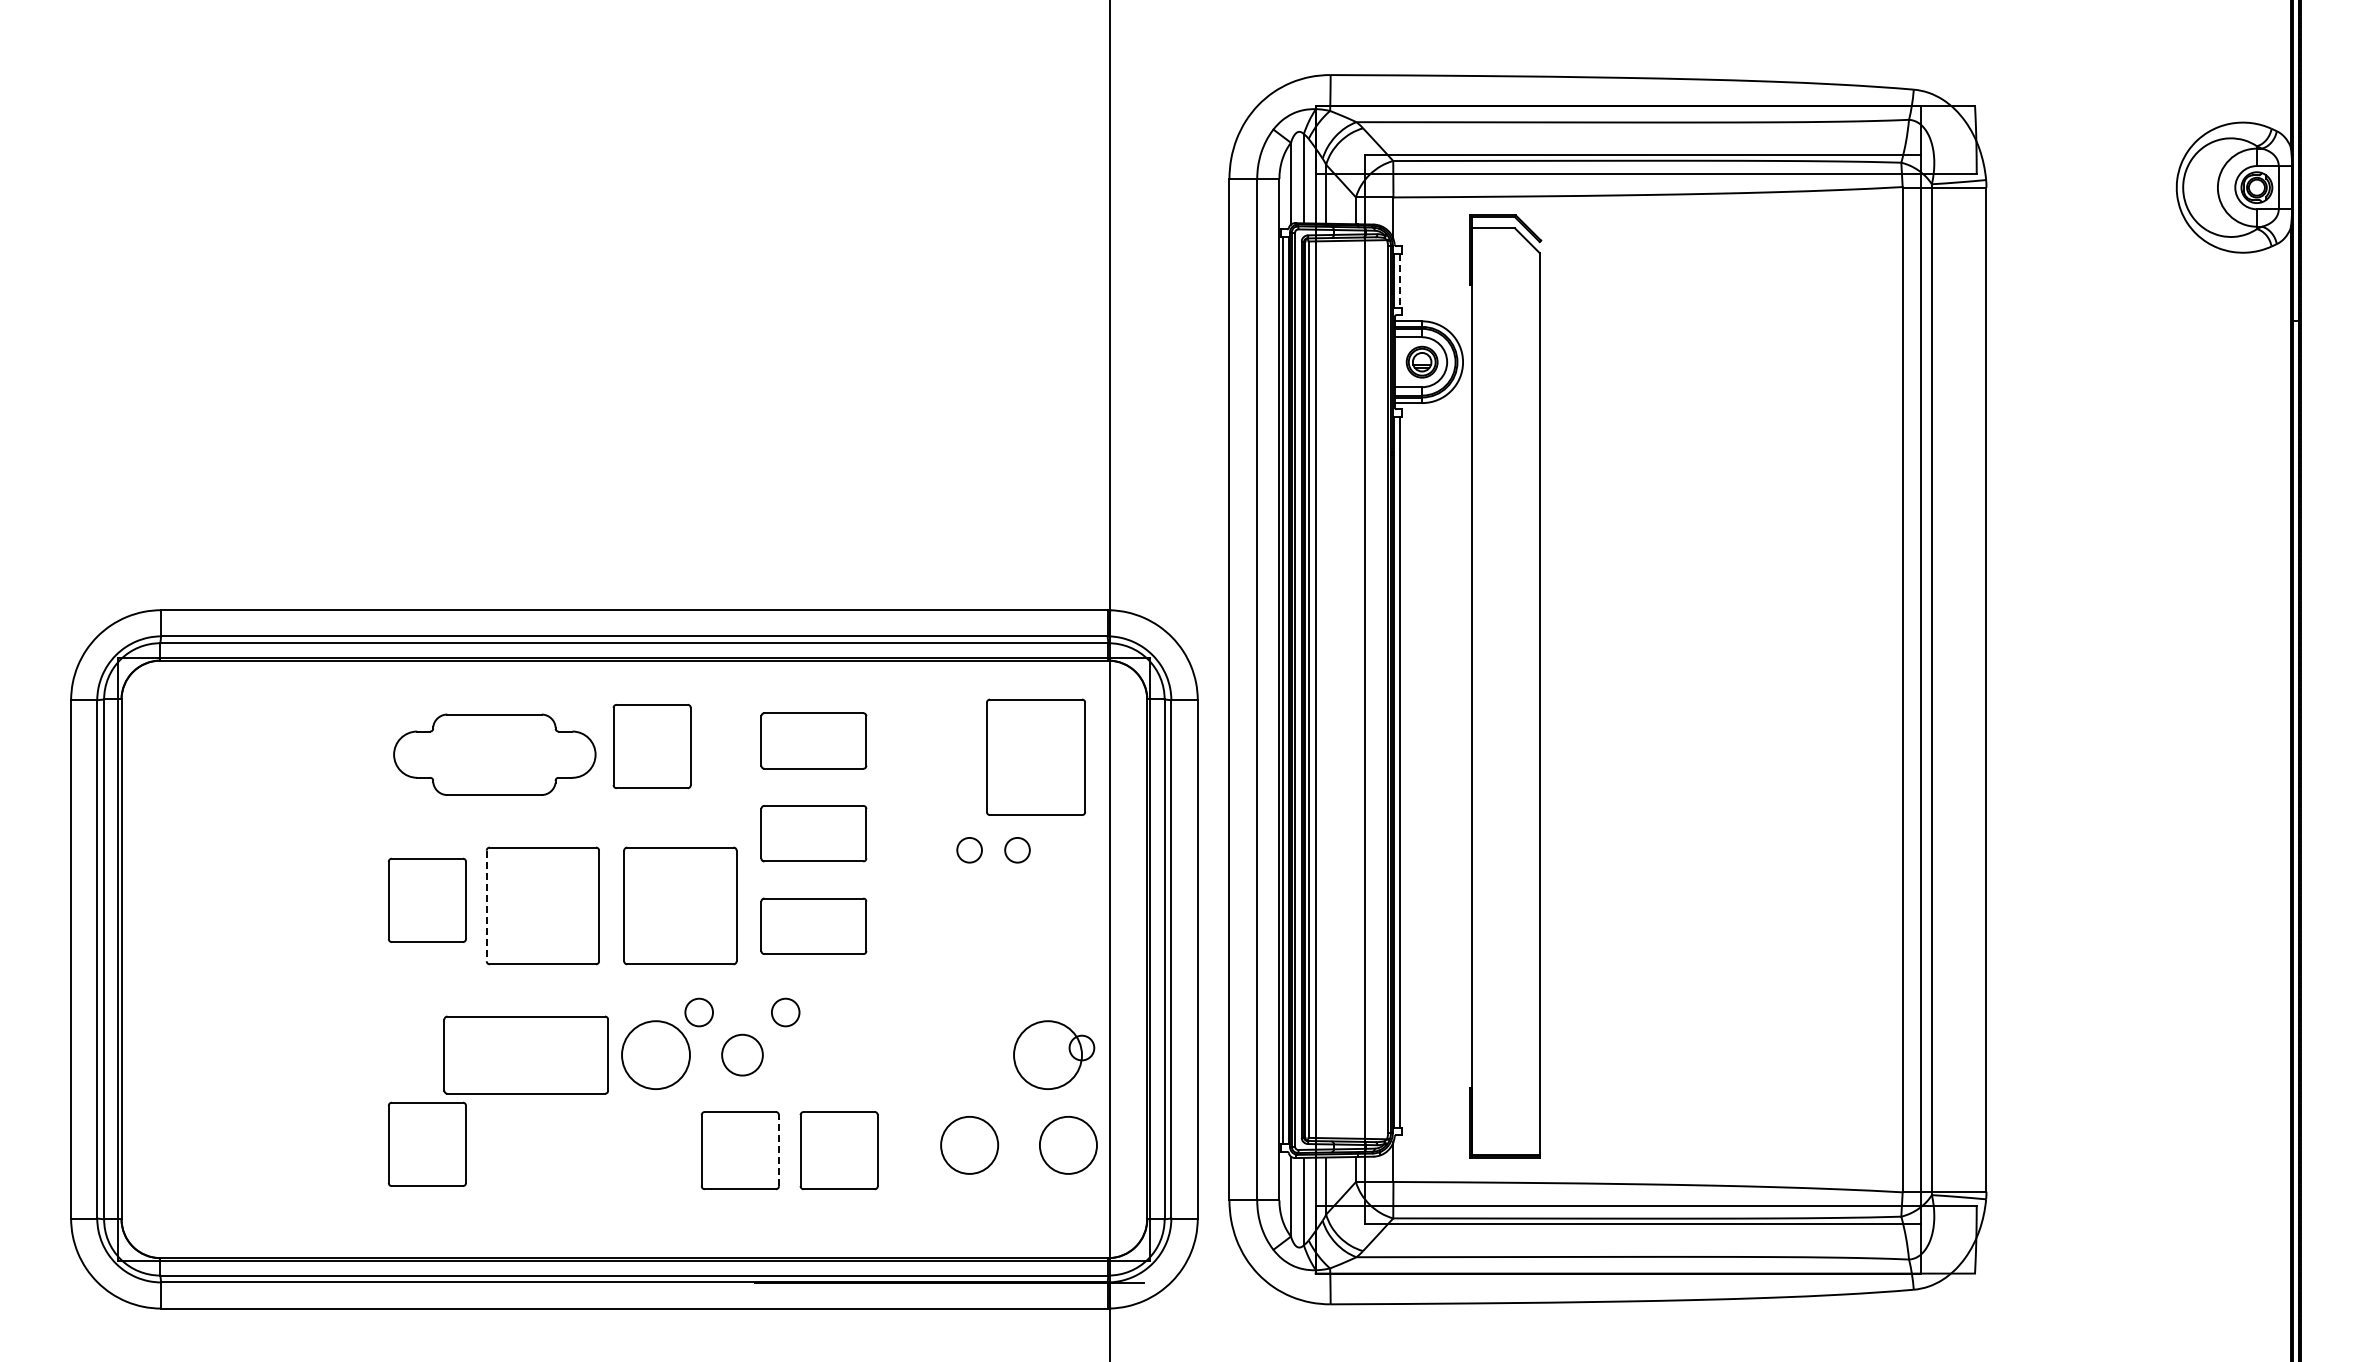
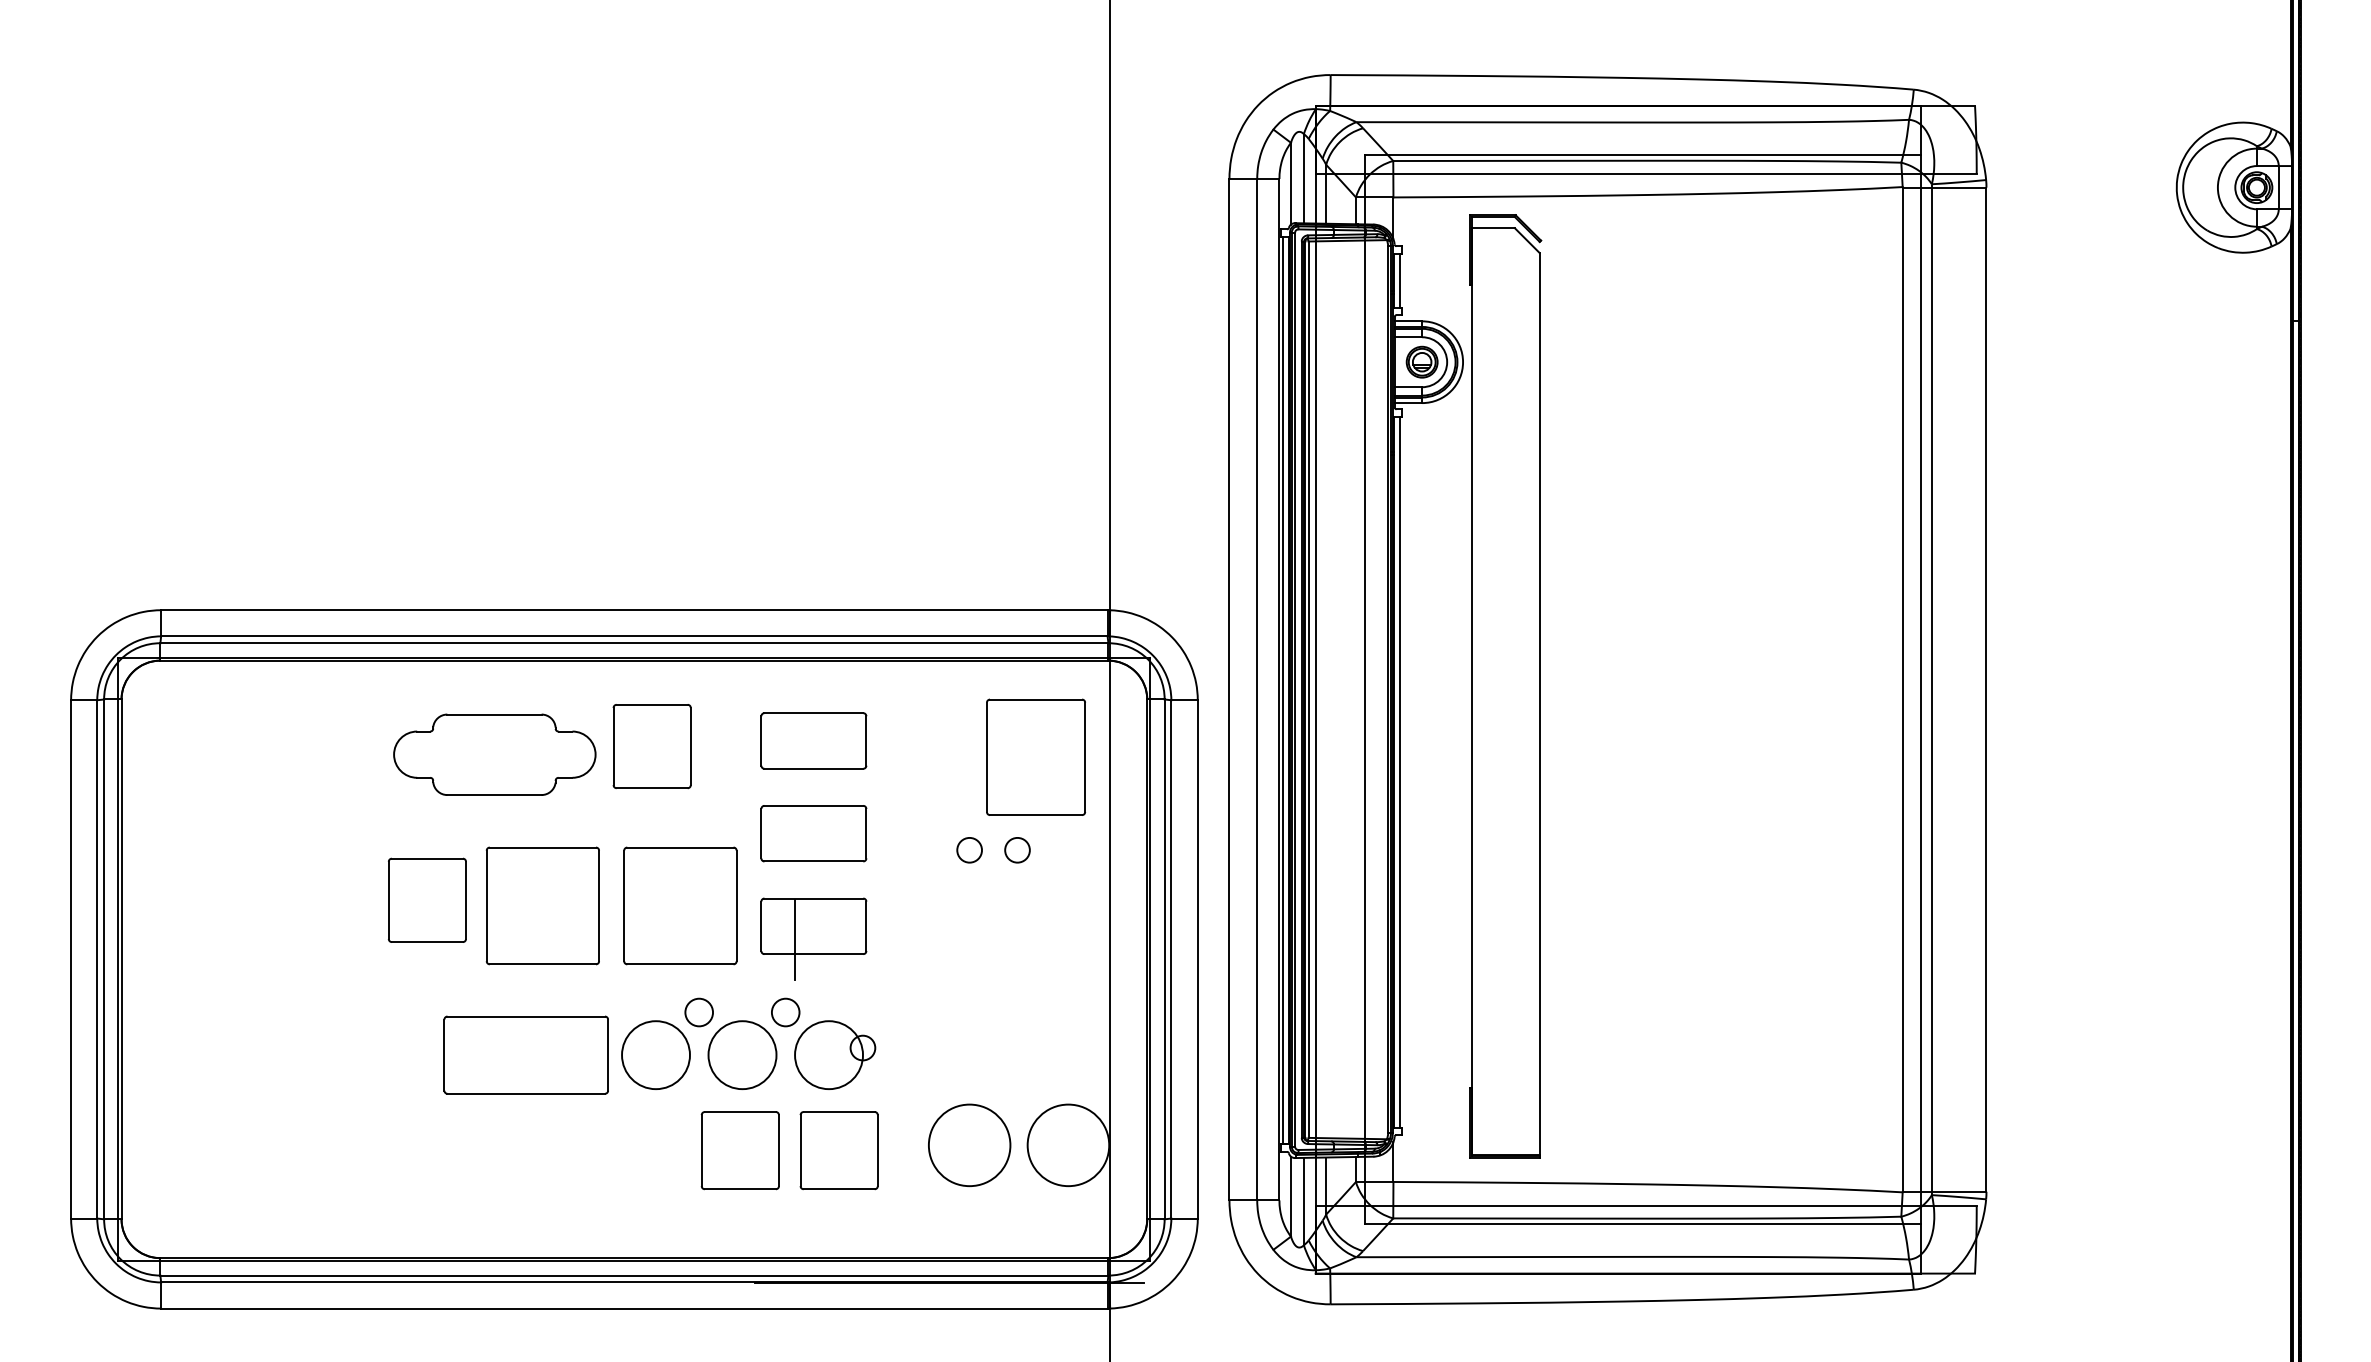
line at (1400, 281): dashed -> solid
line at (486, 906): dashed -> solid
line at (794, 939): none -> present
circle at (742, 1054) diameter: 41 px -> 68 px
part at (1054, 1054) position: (1054, 1054) -> (835, 1054)
part at (426, 1143): present -> none
circle at (969, 1144) diameter: 57 px -> 82 px
circle at (1067, 1144) diameter: 57 px -> 82 px
line at (778, 1150): dashed -> solid
